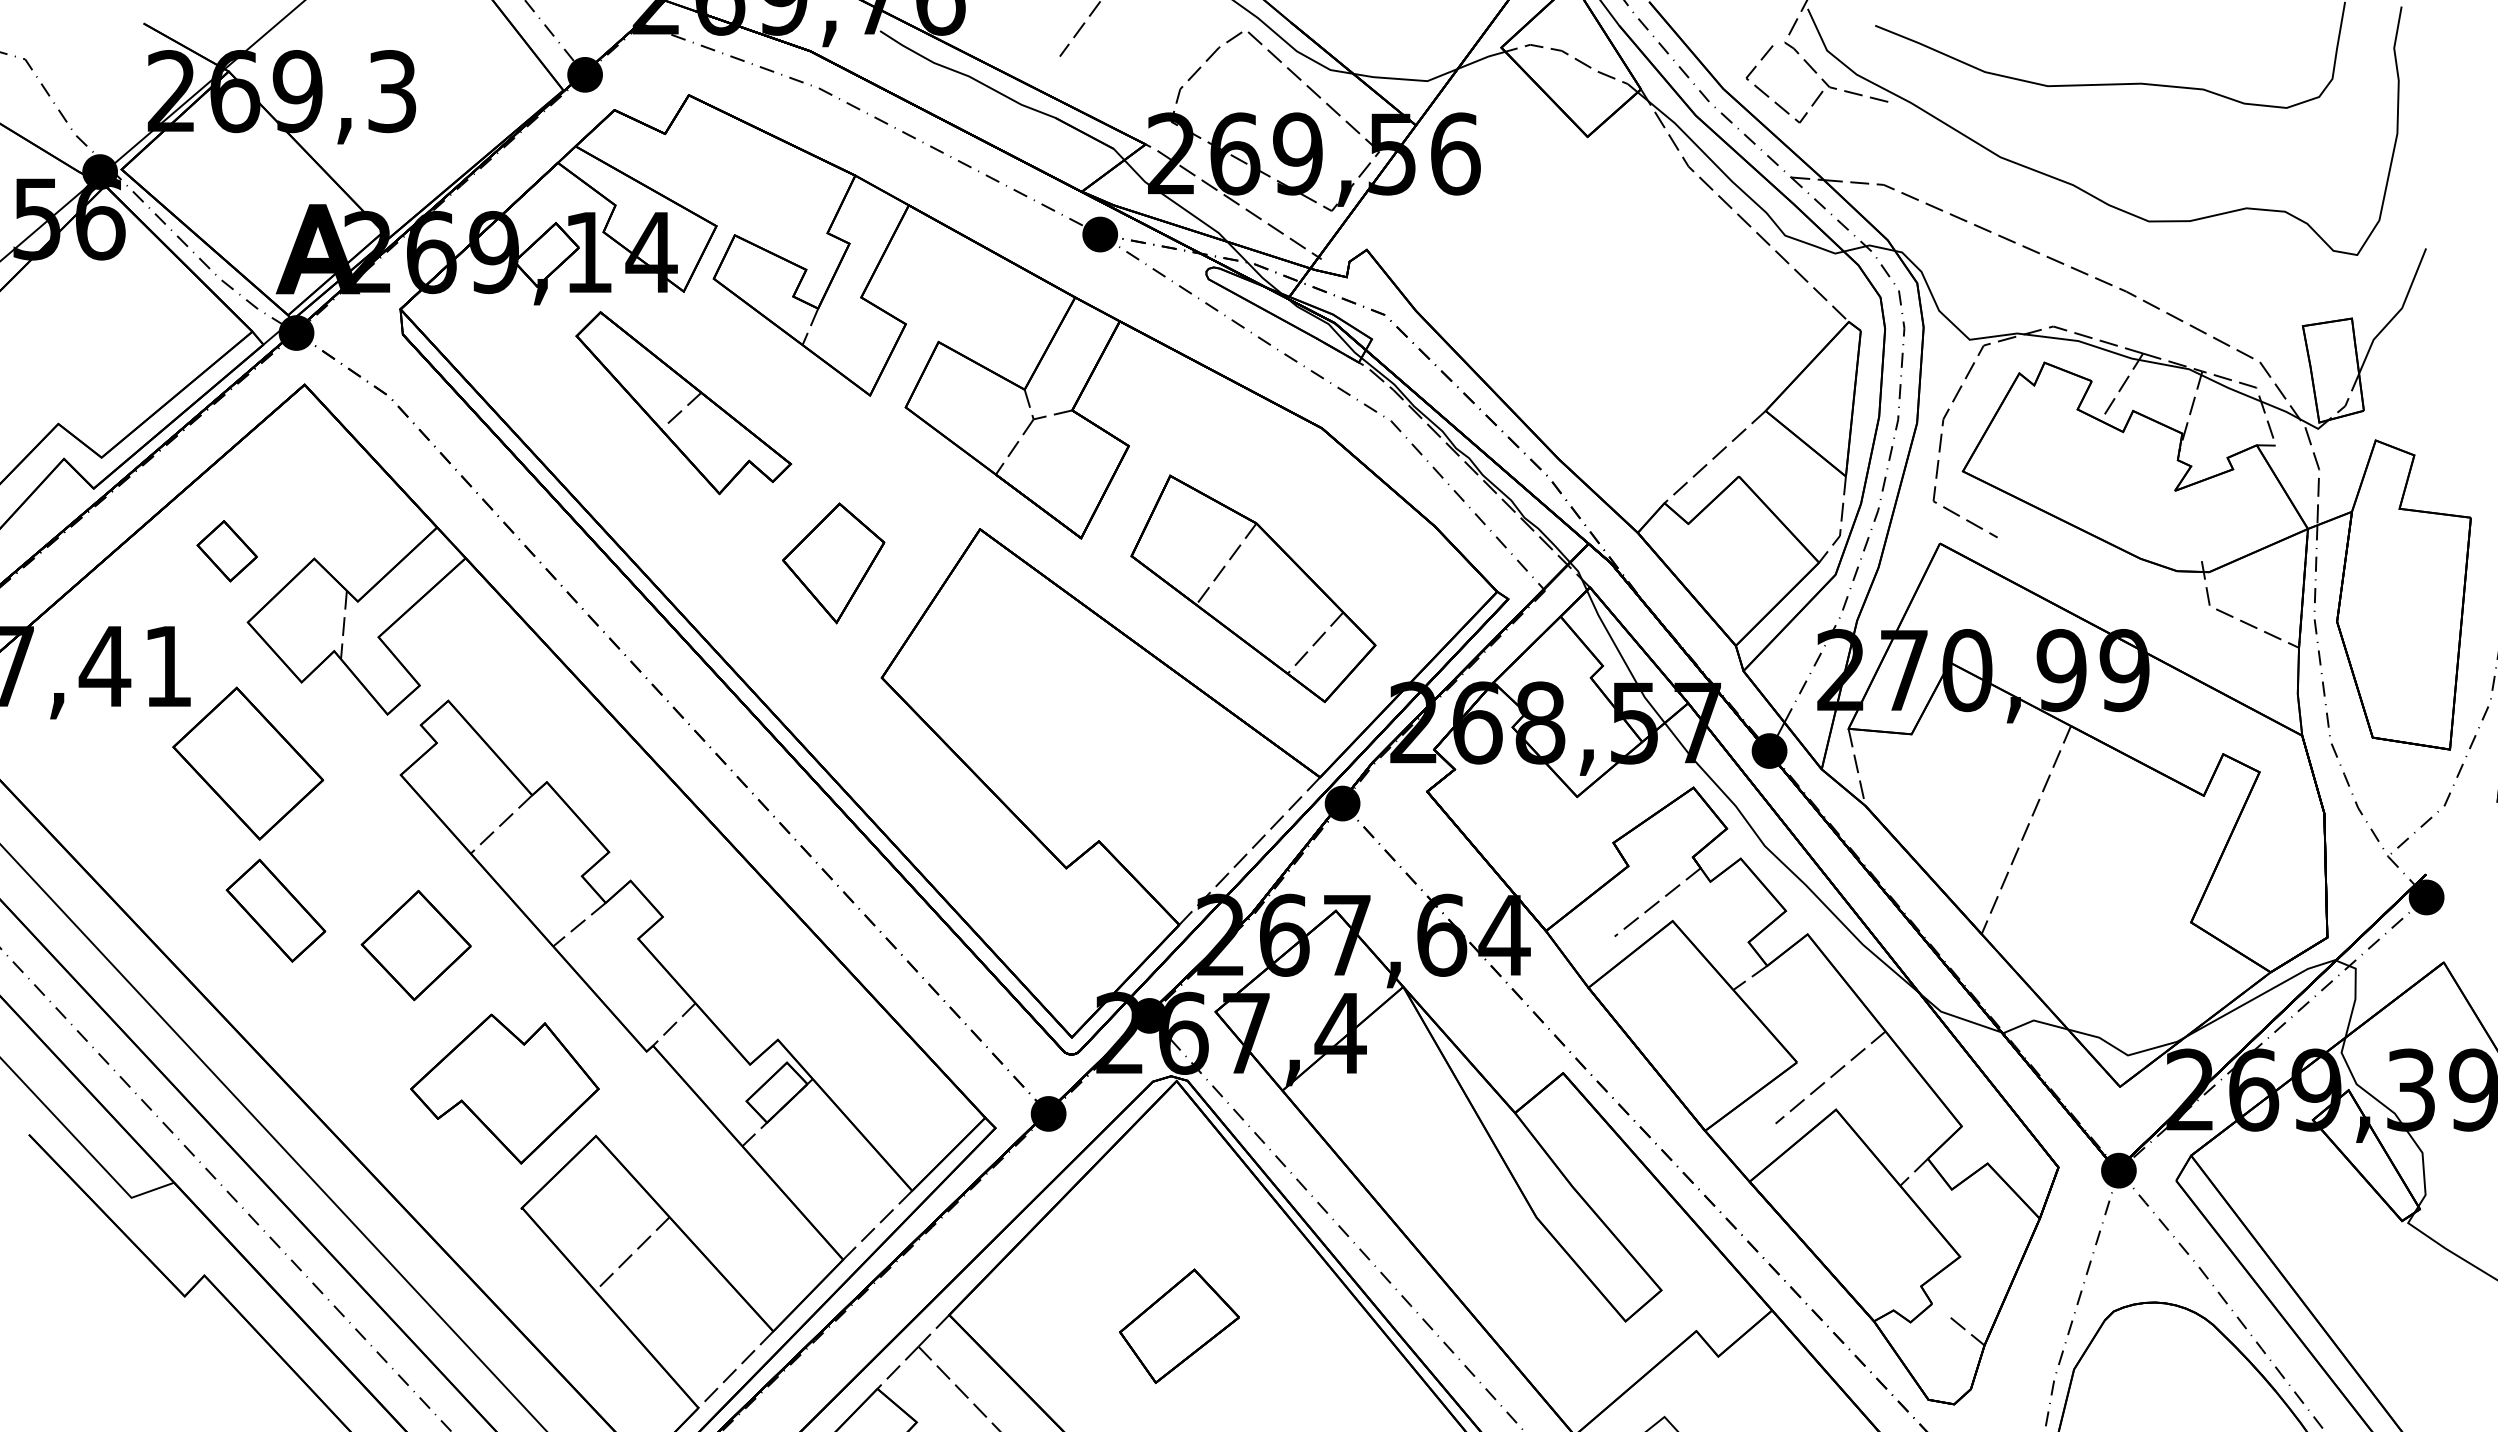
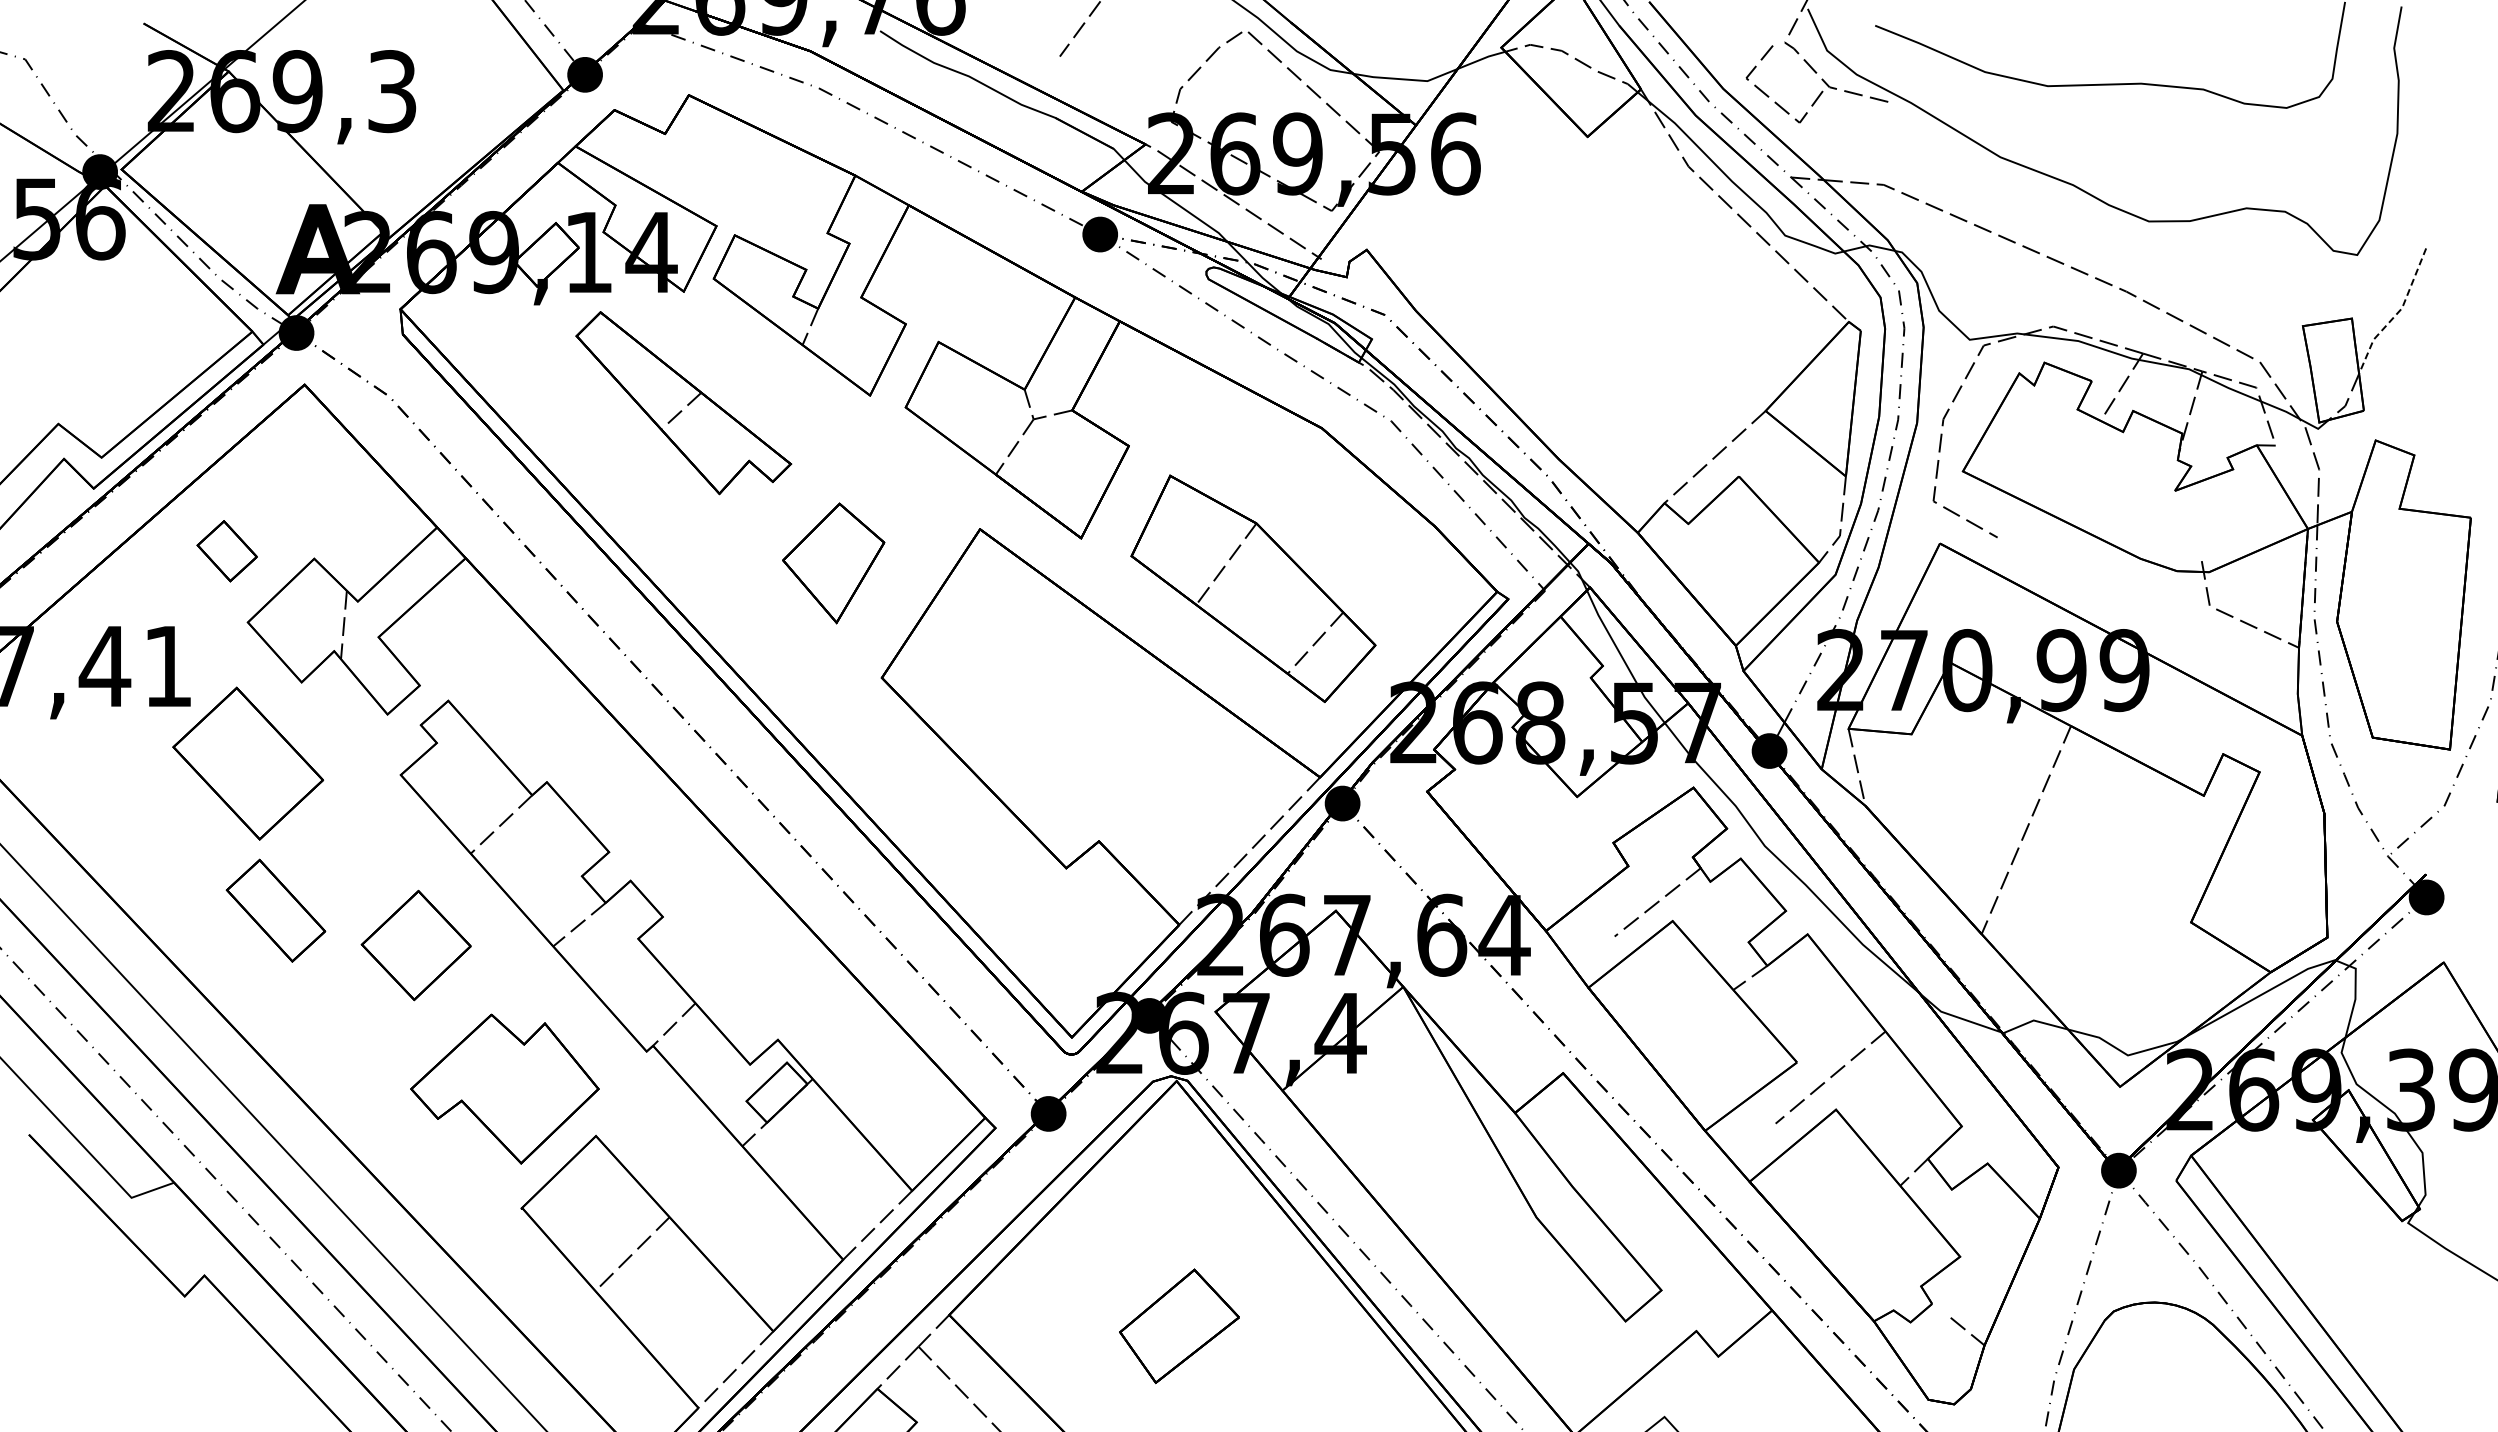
line at (2396, 314): solid -> dashed
